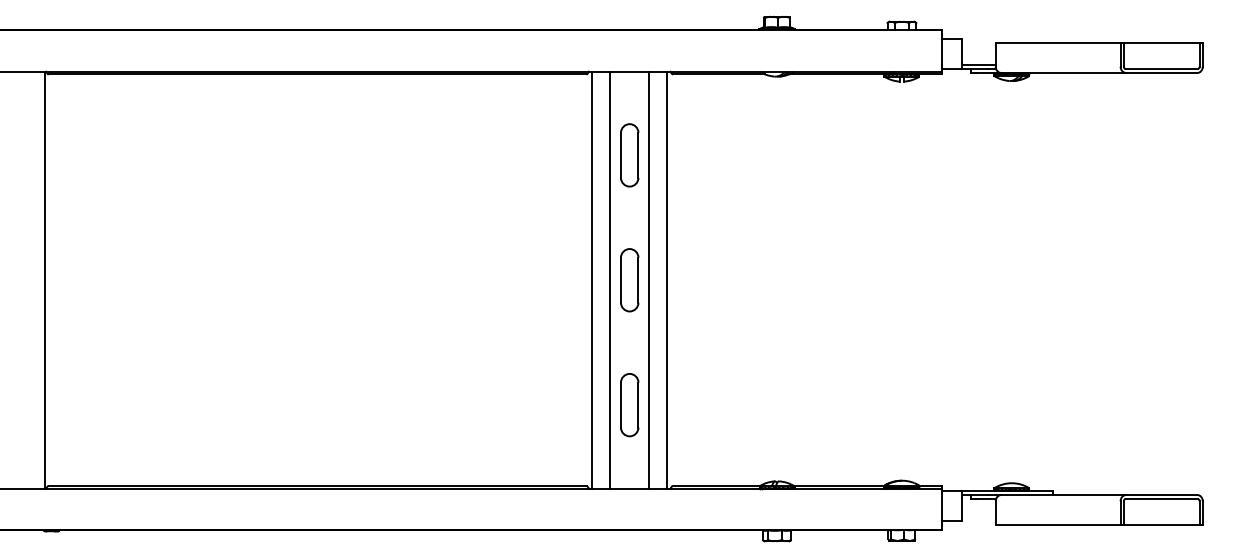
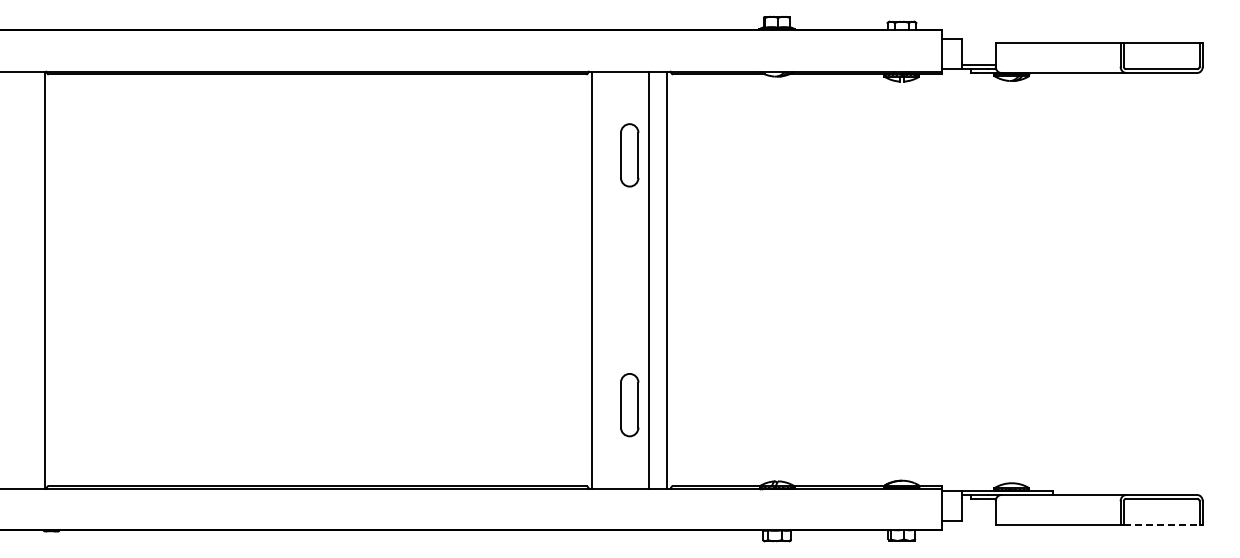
line at (610, 279): present -> none
part at (629, 280): present -> none
line at (1161, 525): solid -> dashed
